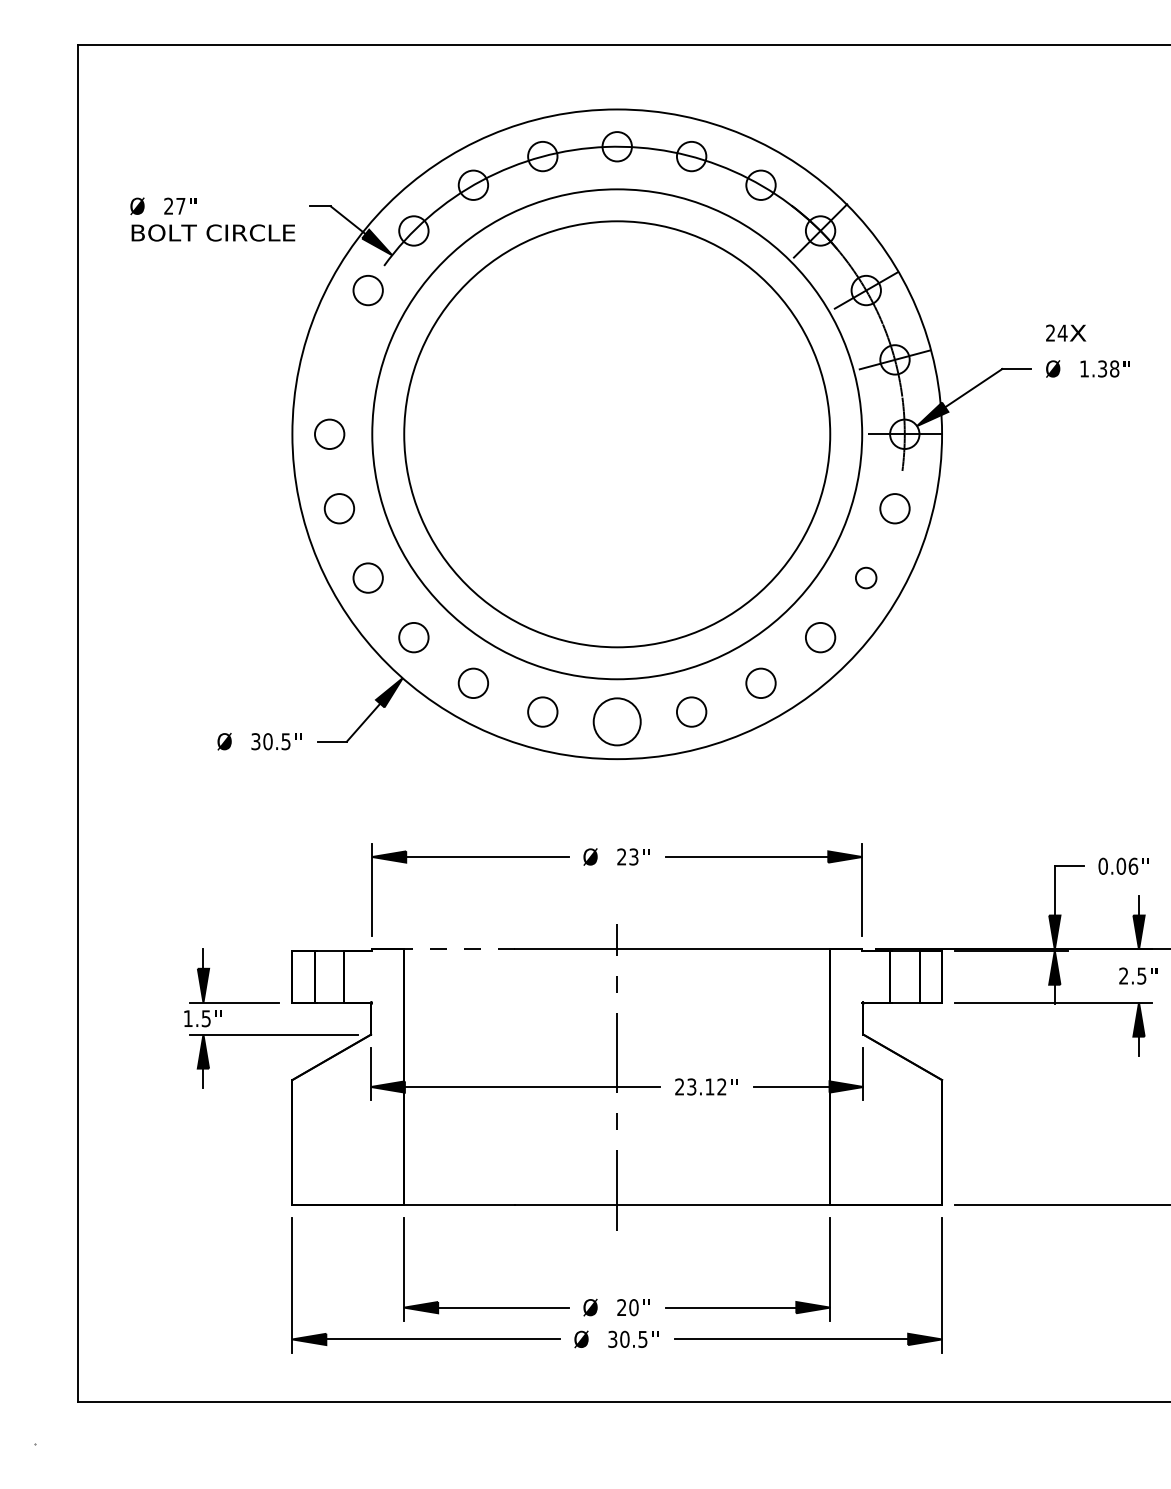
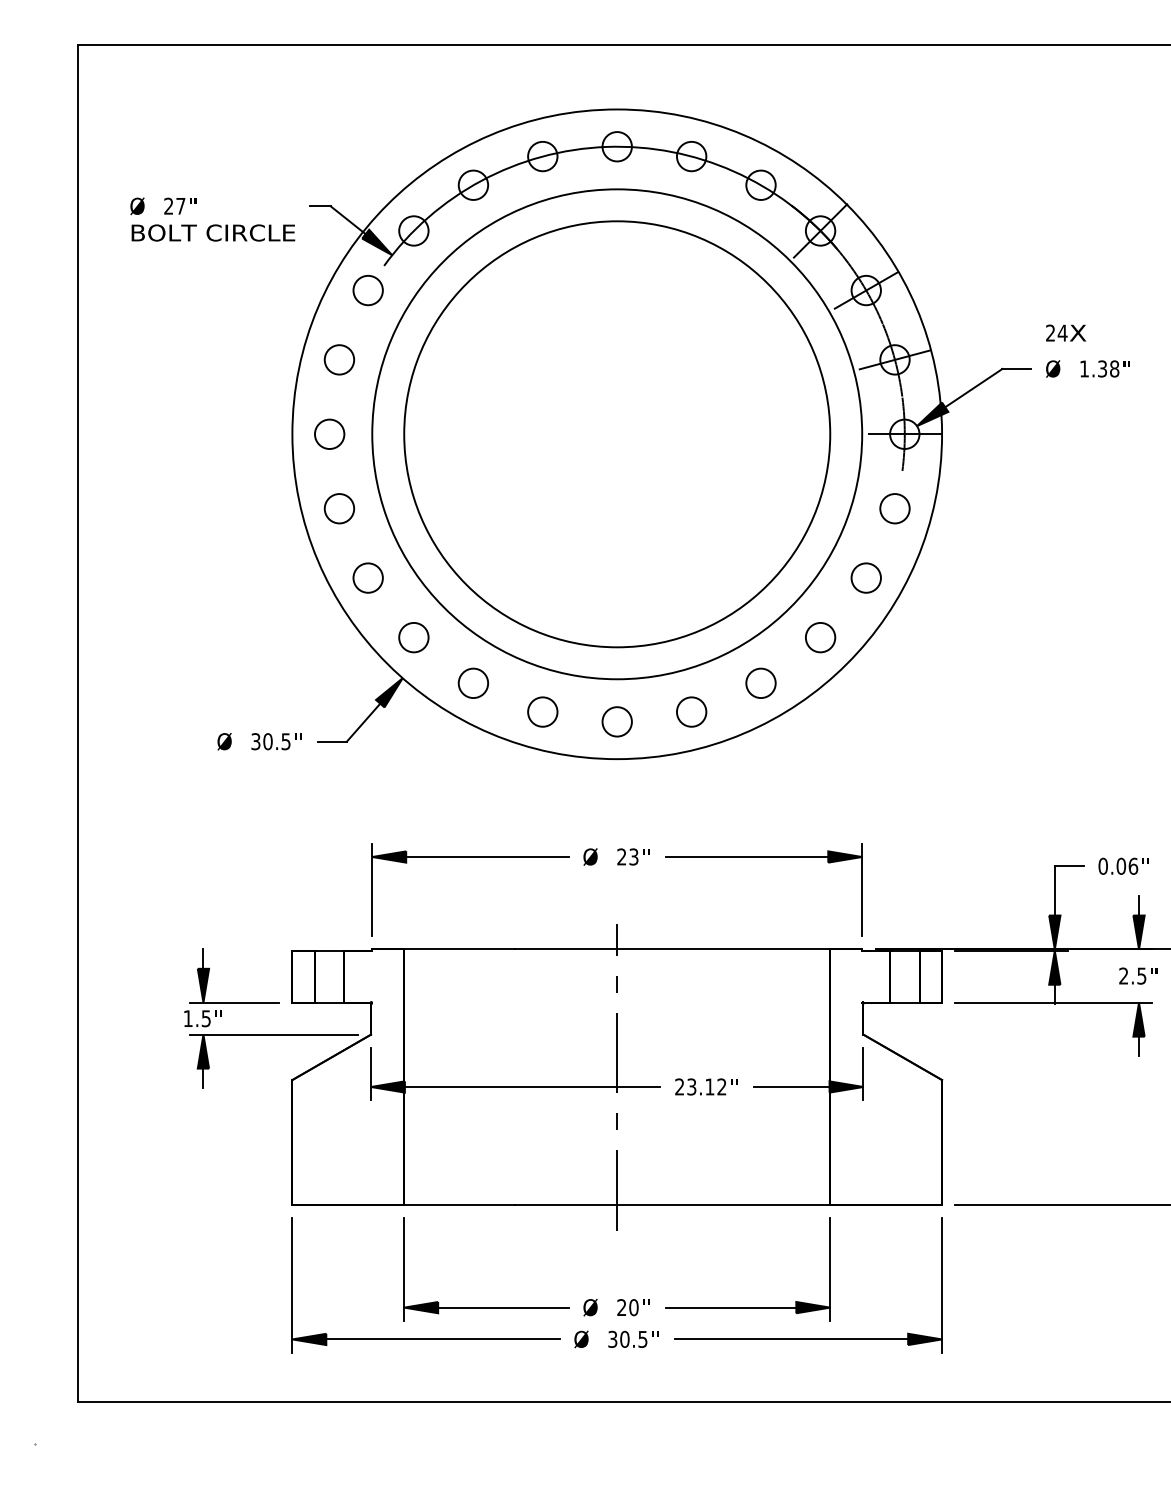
circle at (339, 359): none -> present
circle at (866, 577) size: 23x24 px -> 32x32 px
circle at (616, 721) diameter: 47 px -> 29 px
line at (459, 949): dashed -> solid
